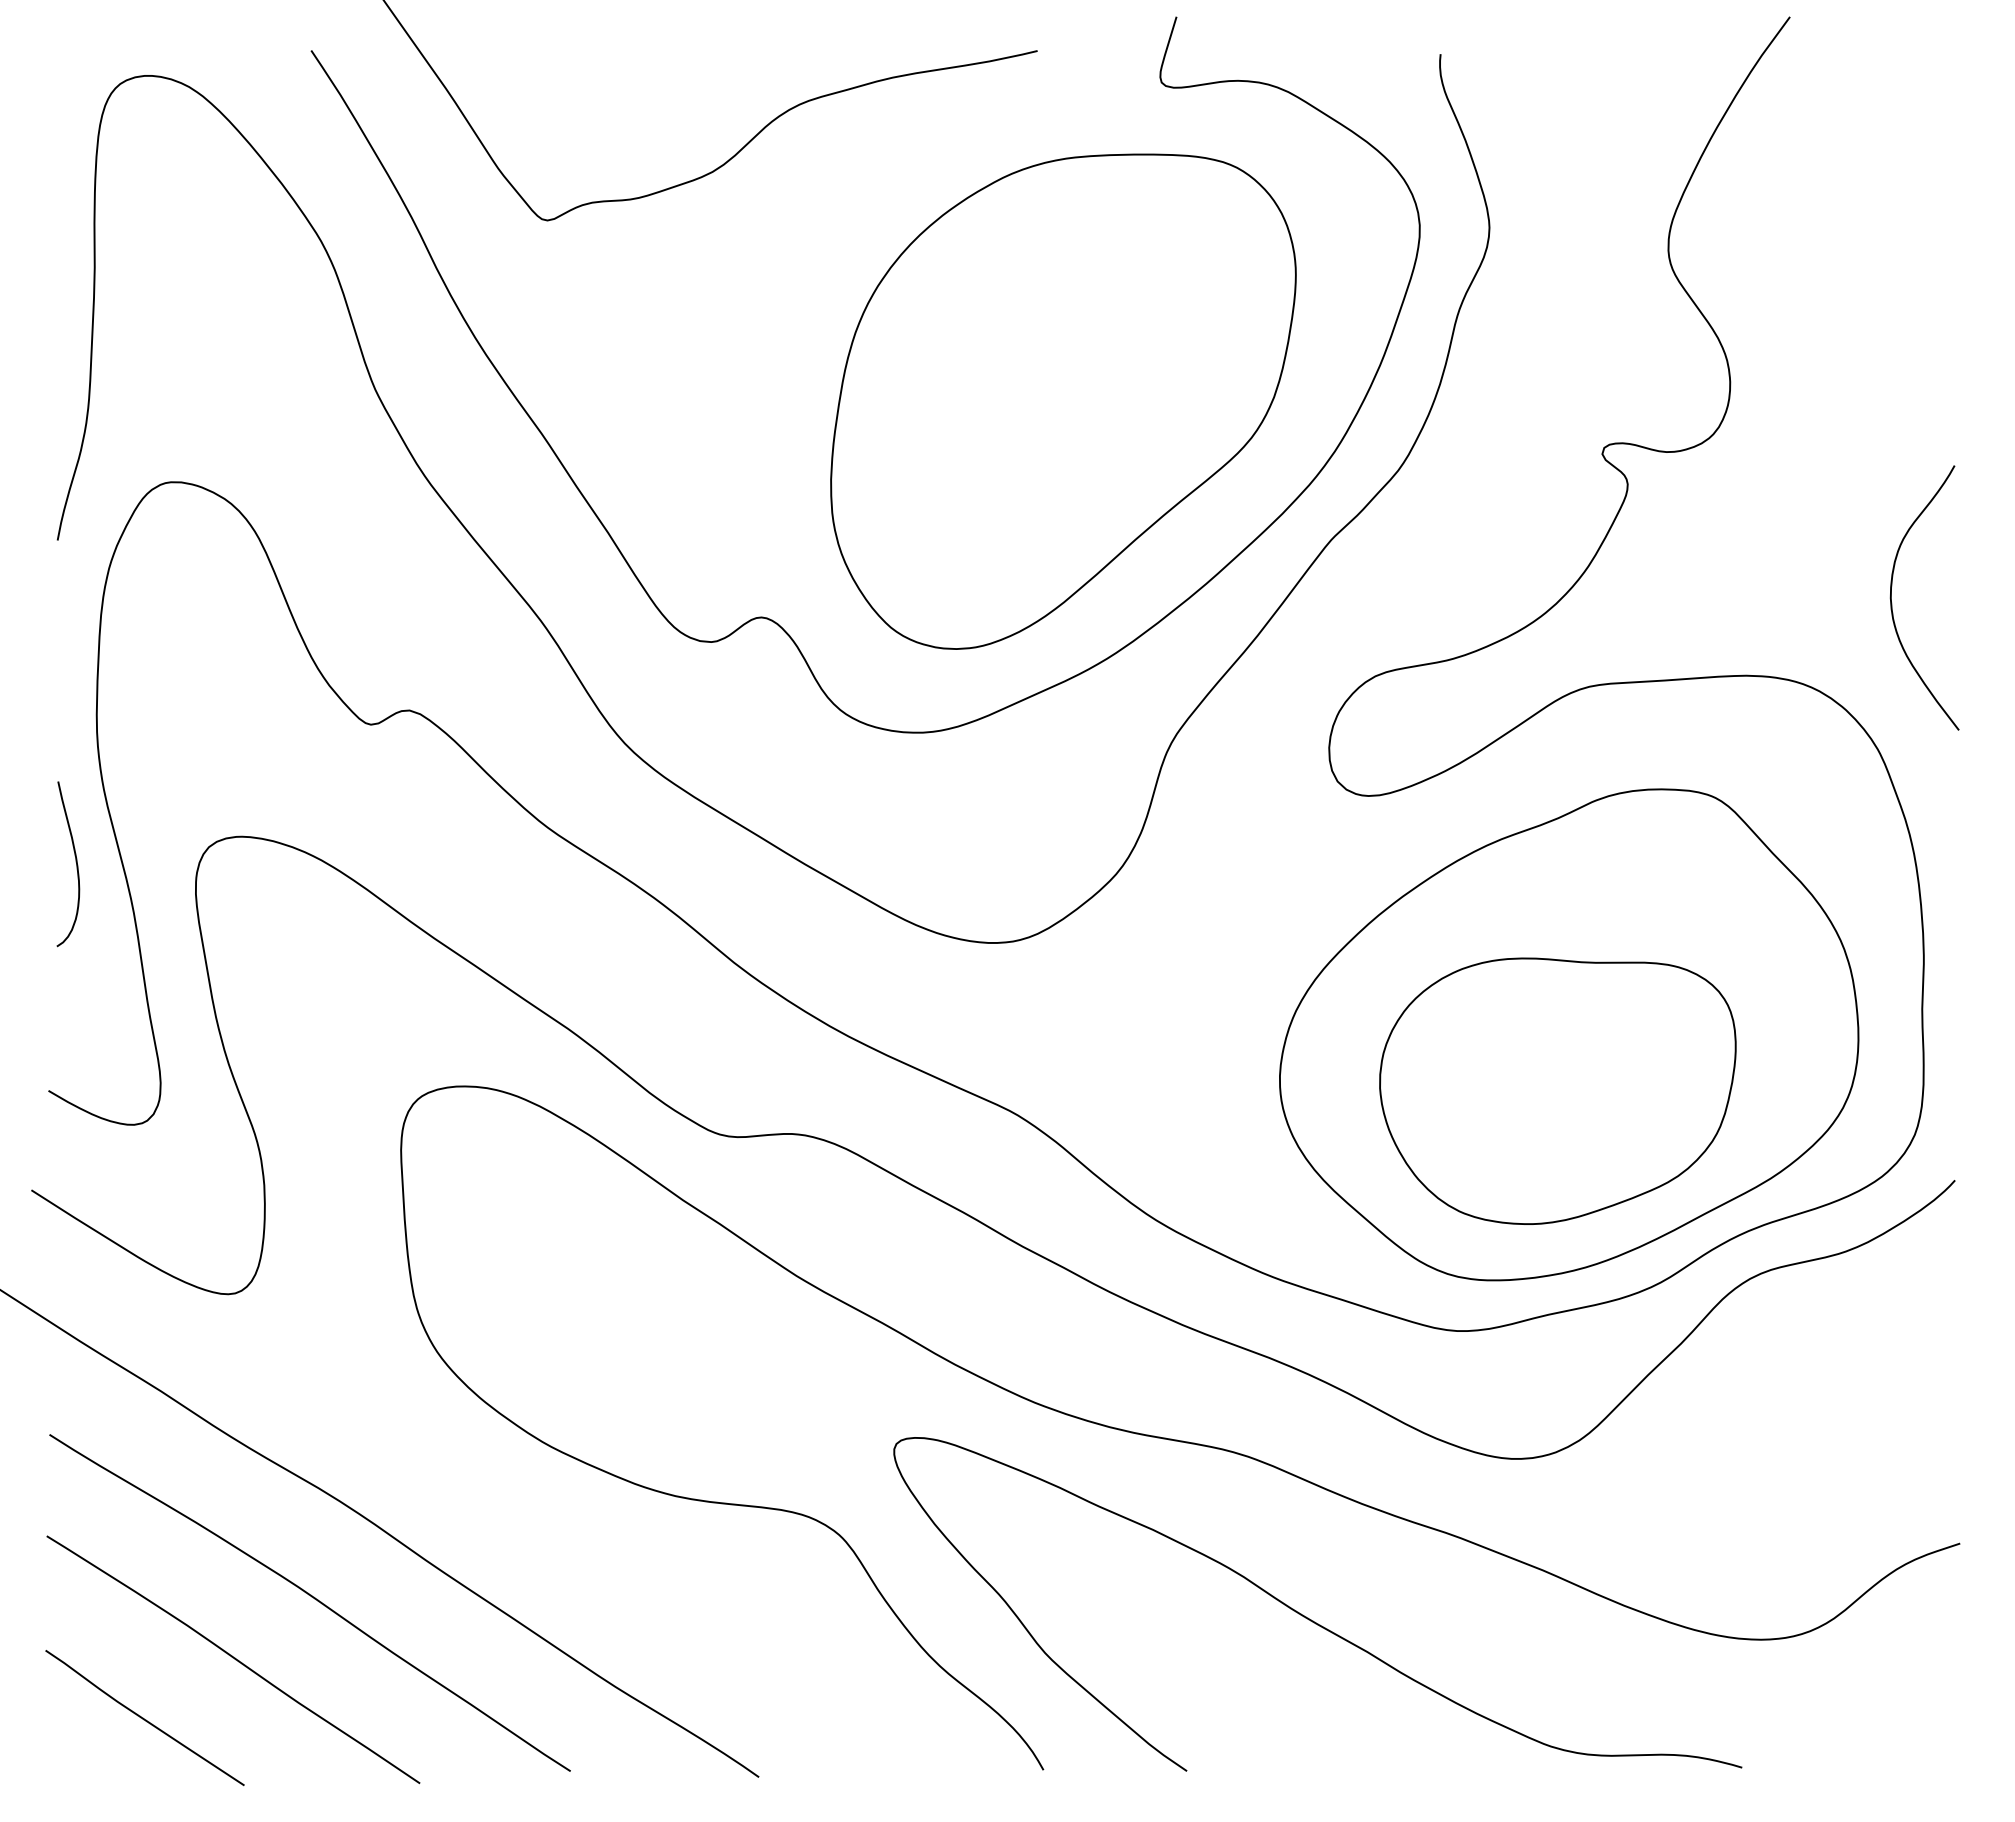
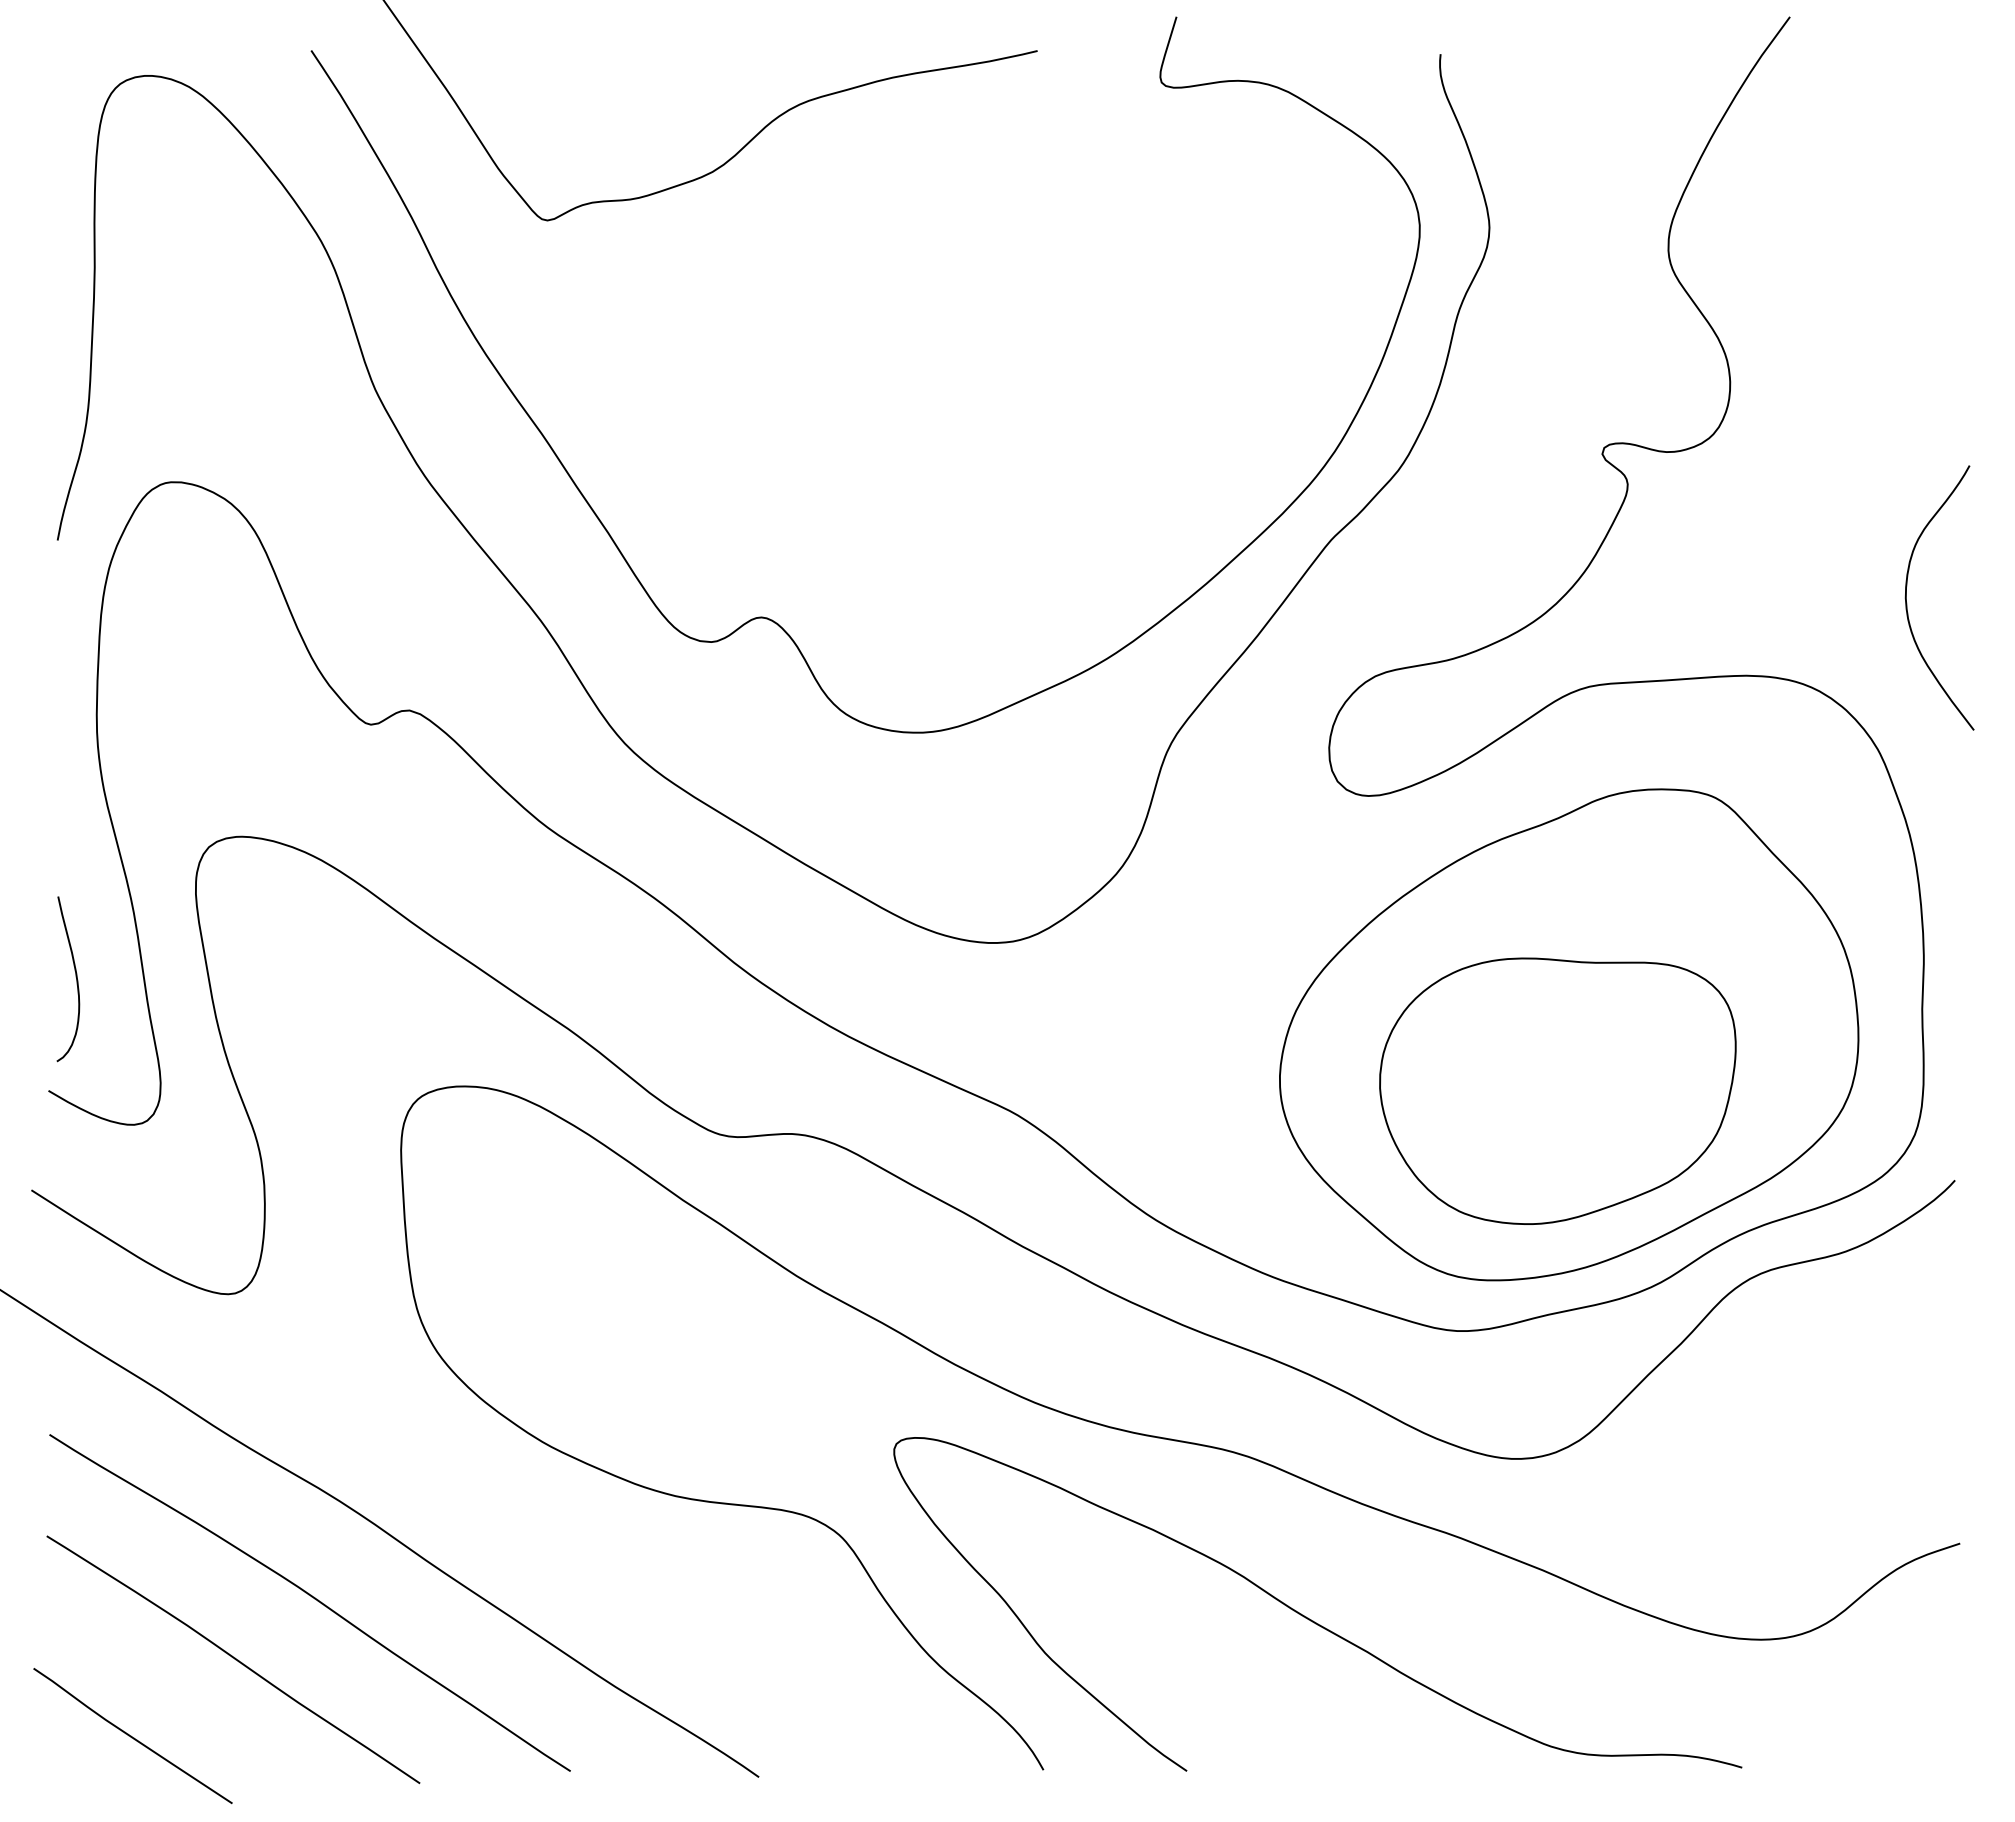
part at (1063, 401): present -> none
curve at (1892, 603) position: (1892, 603) -> (1907, 603)
curve at (75, 862) position: (75, 862) -> (75, 977)
curve at (144, 1718) position: (144, 1718) -> (132, 1736)
